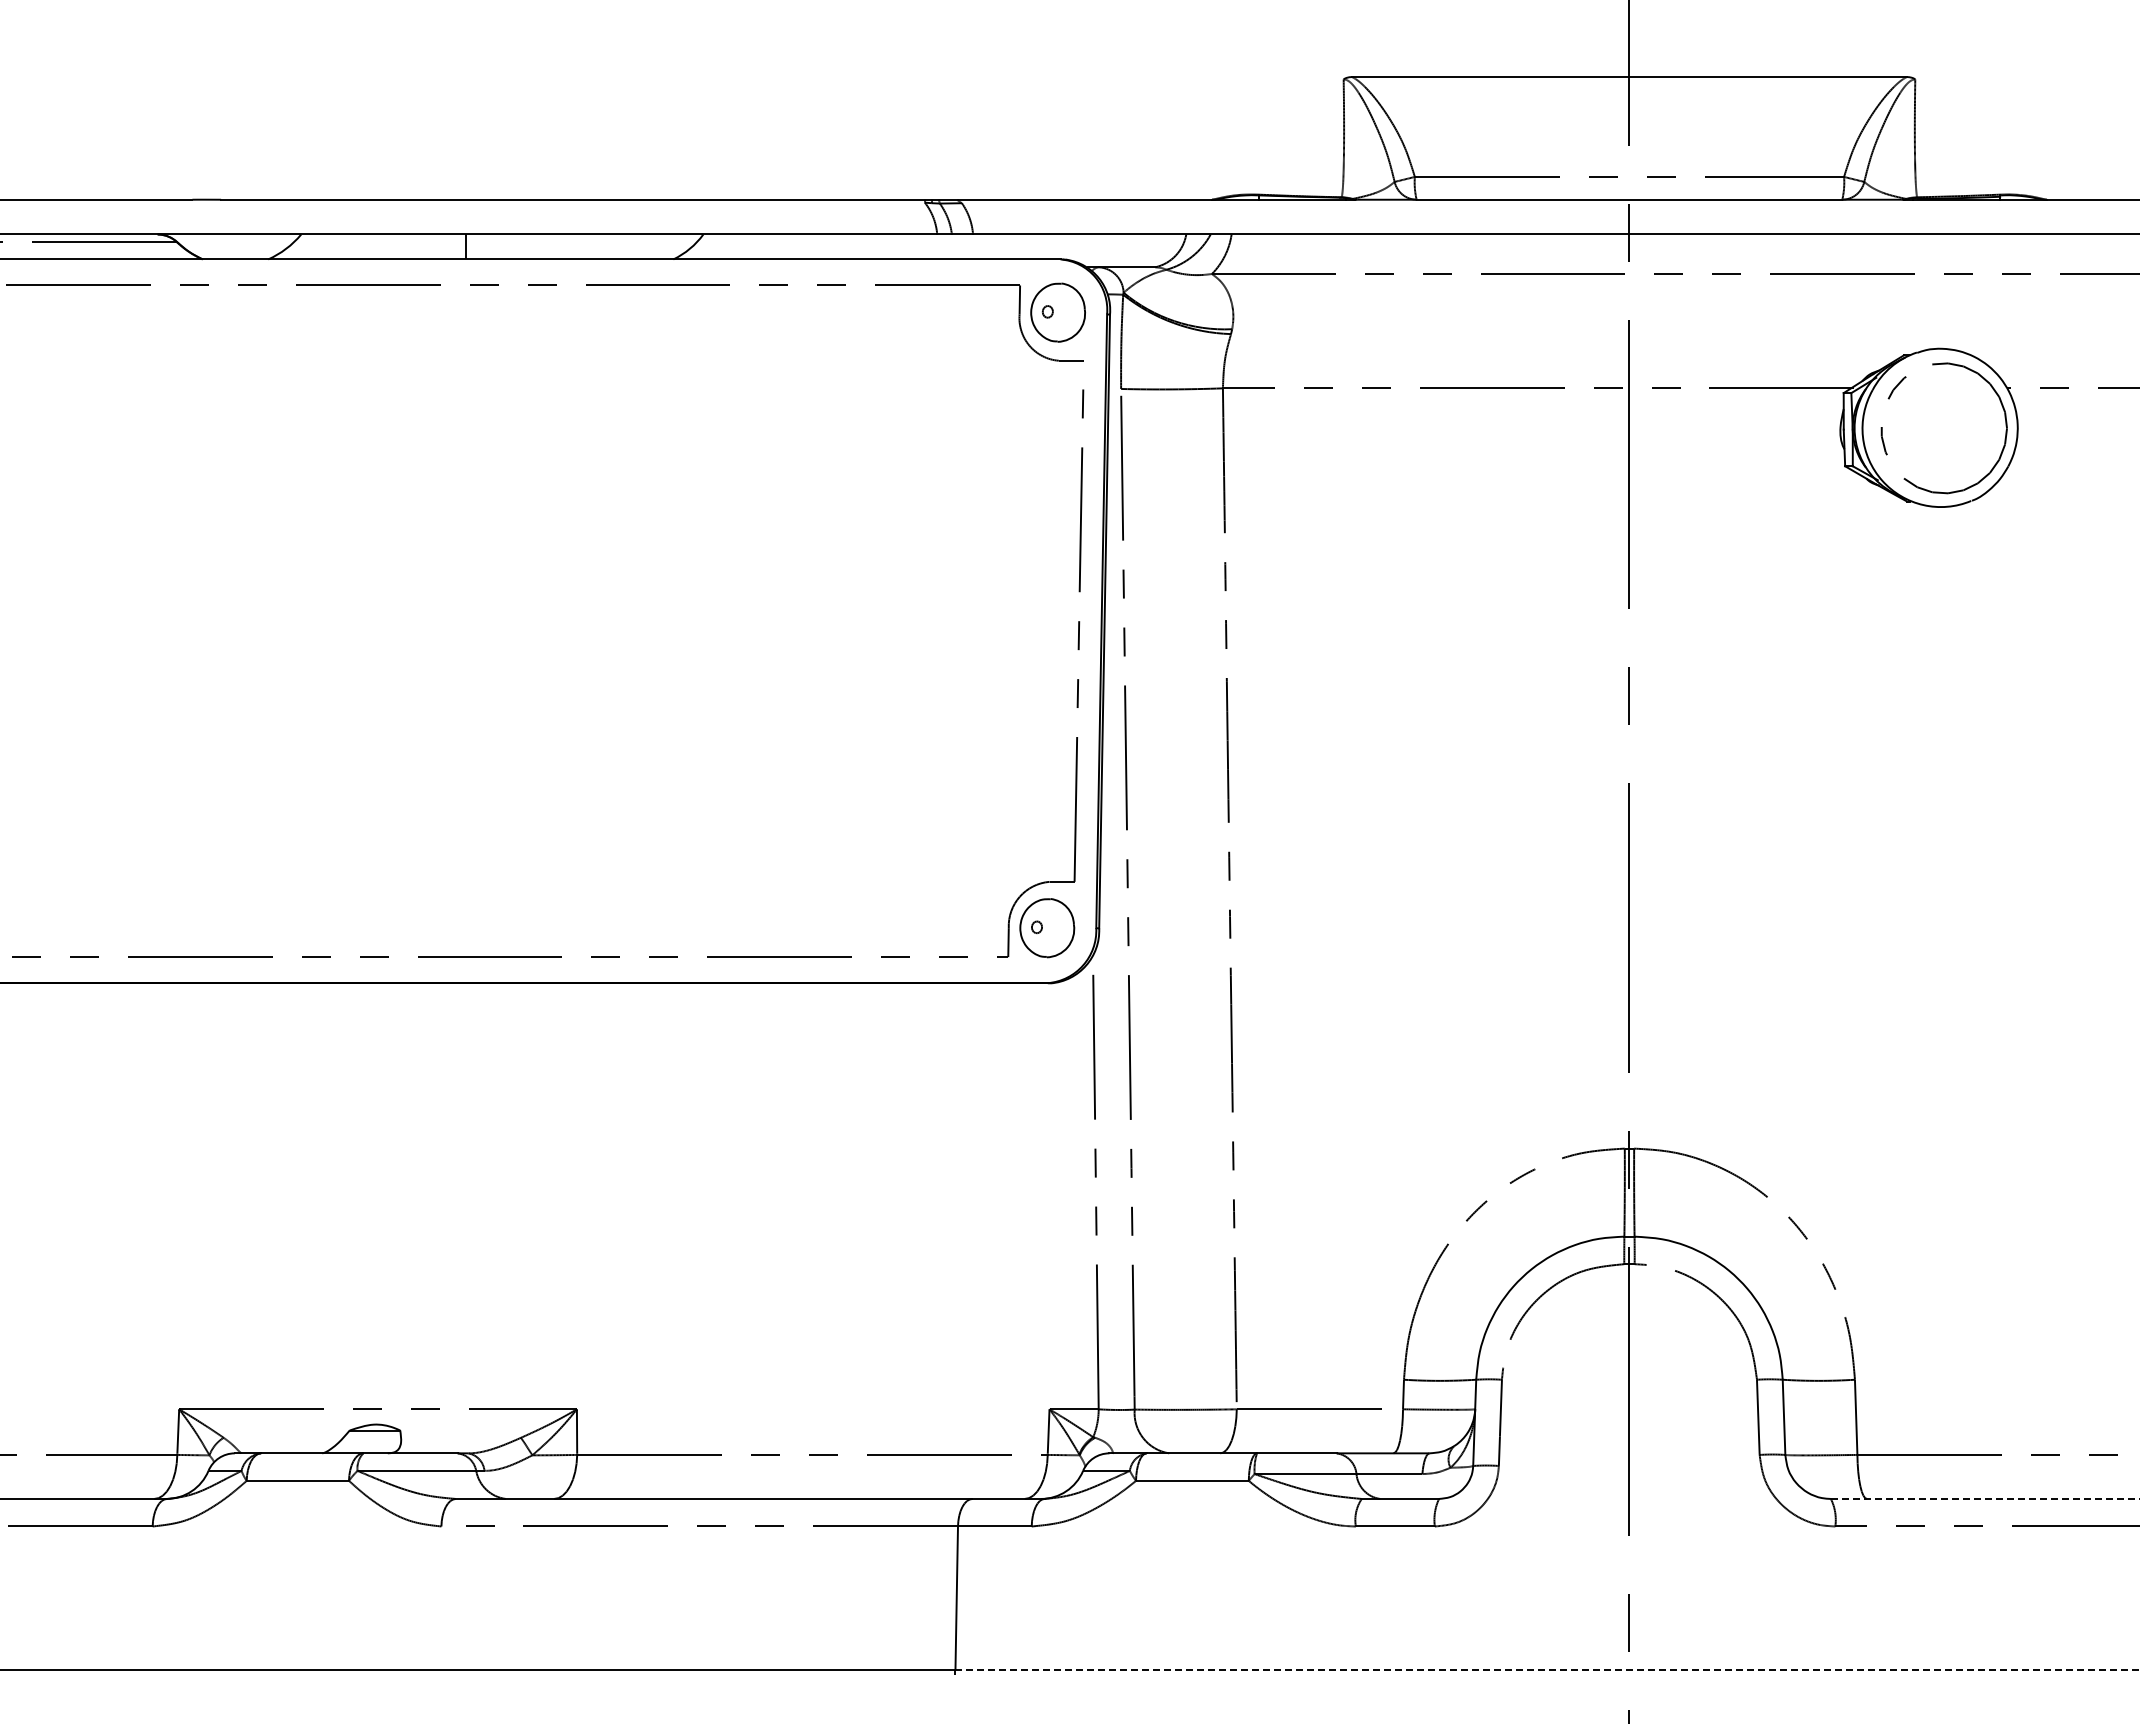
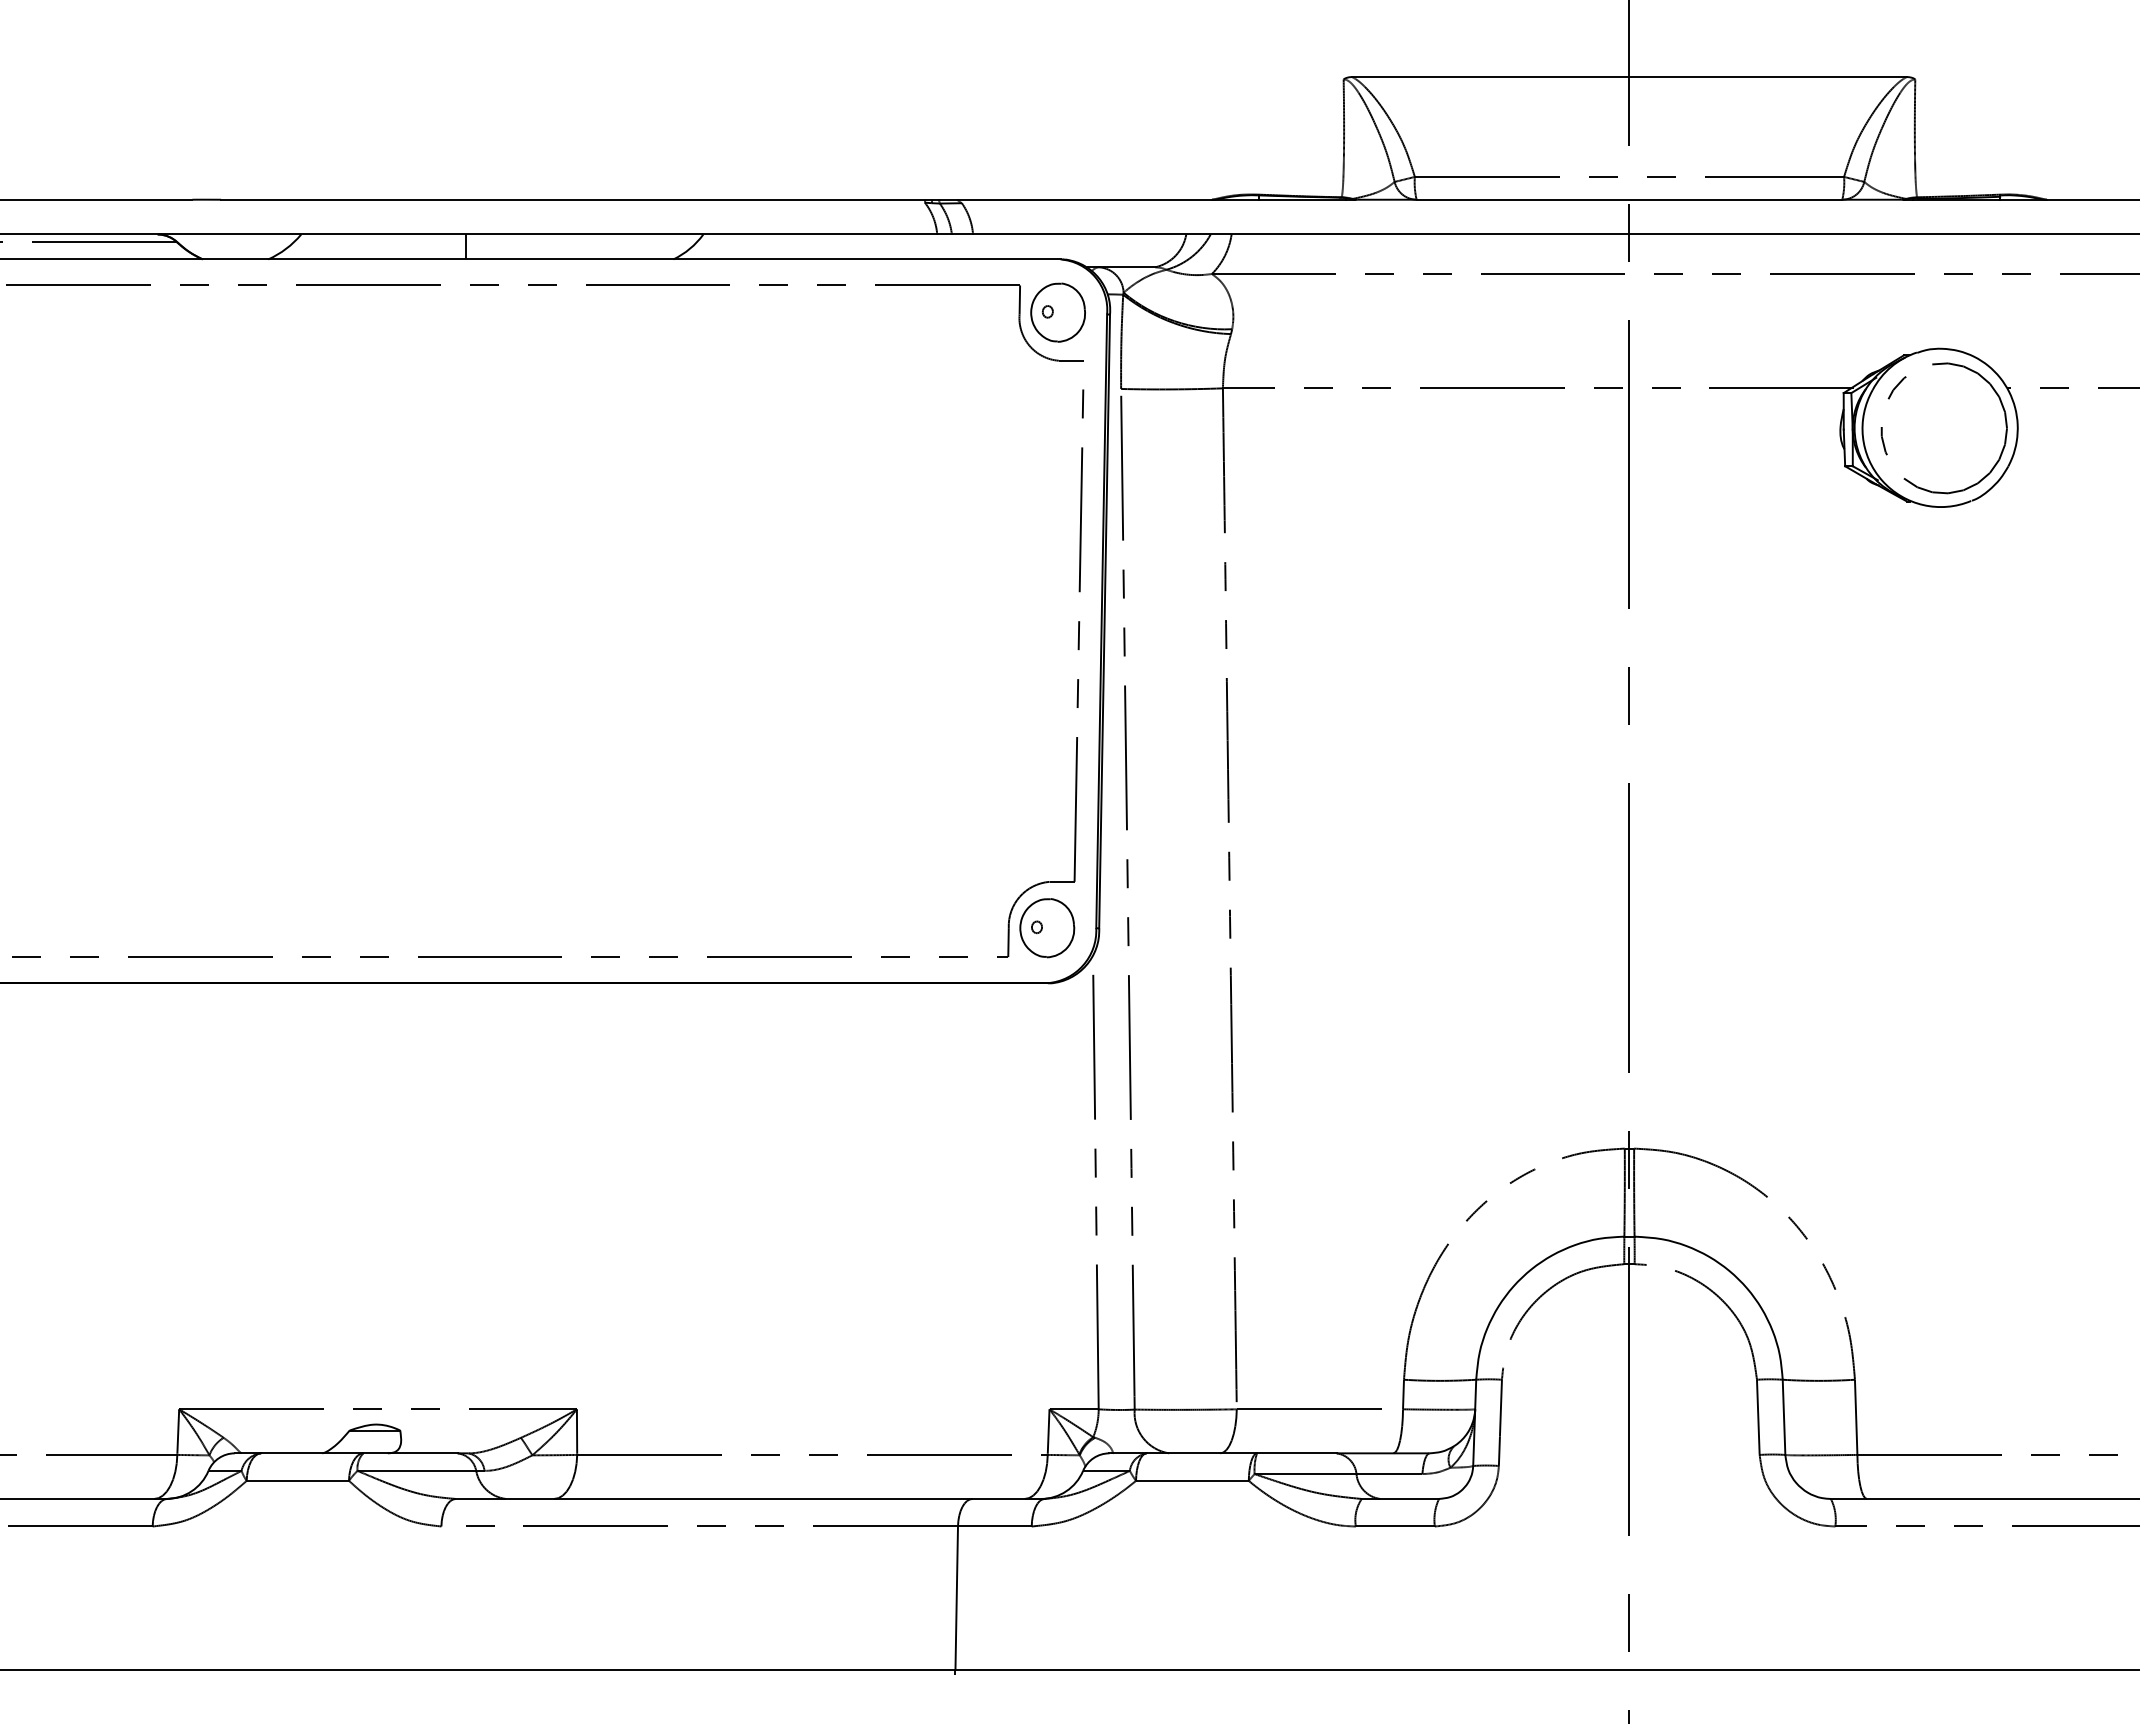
line at (1985, 1498): dashed -> solid
line at (1547, 1670): dashed -> solid
